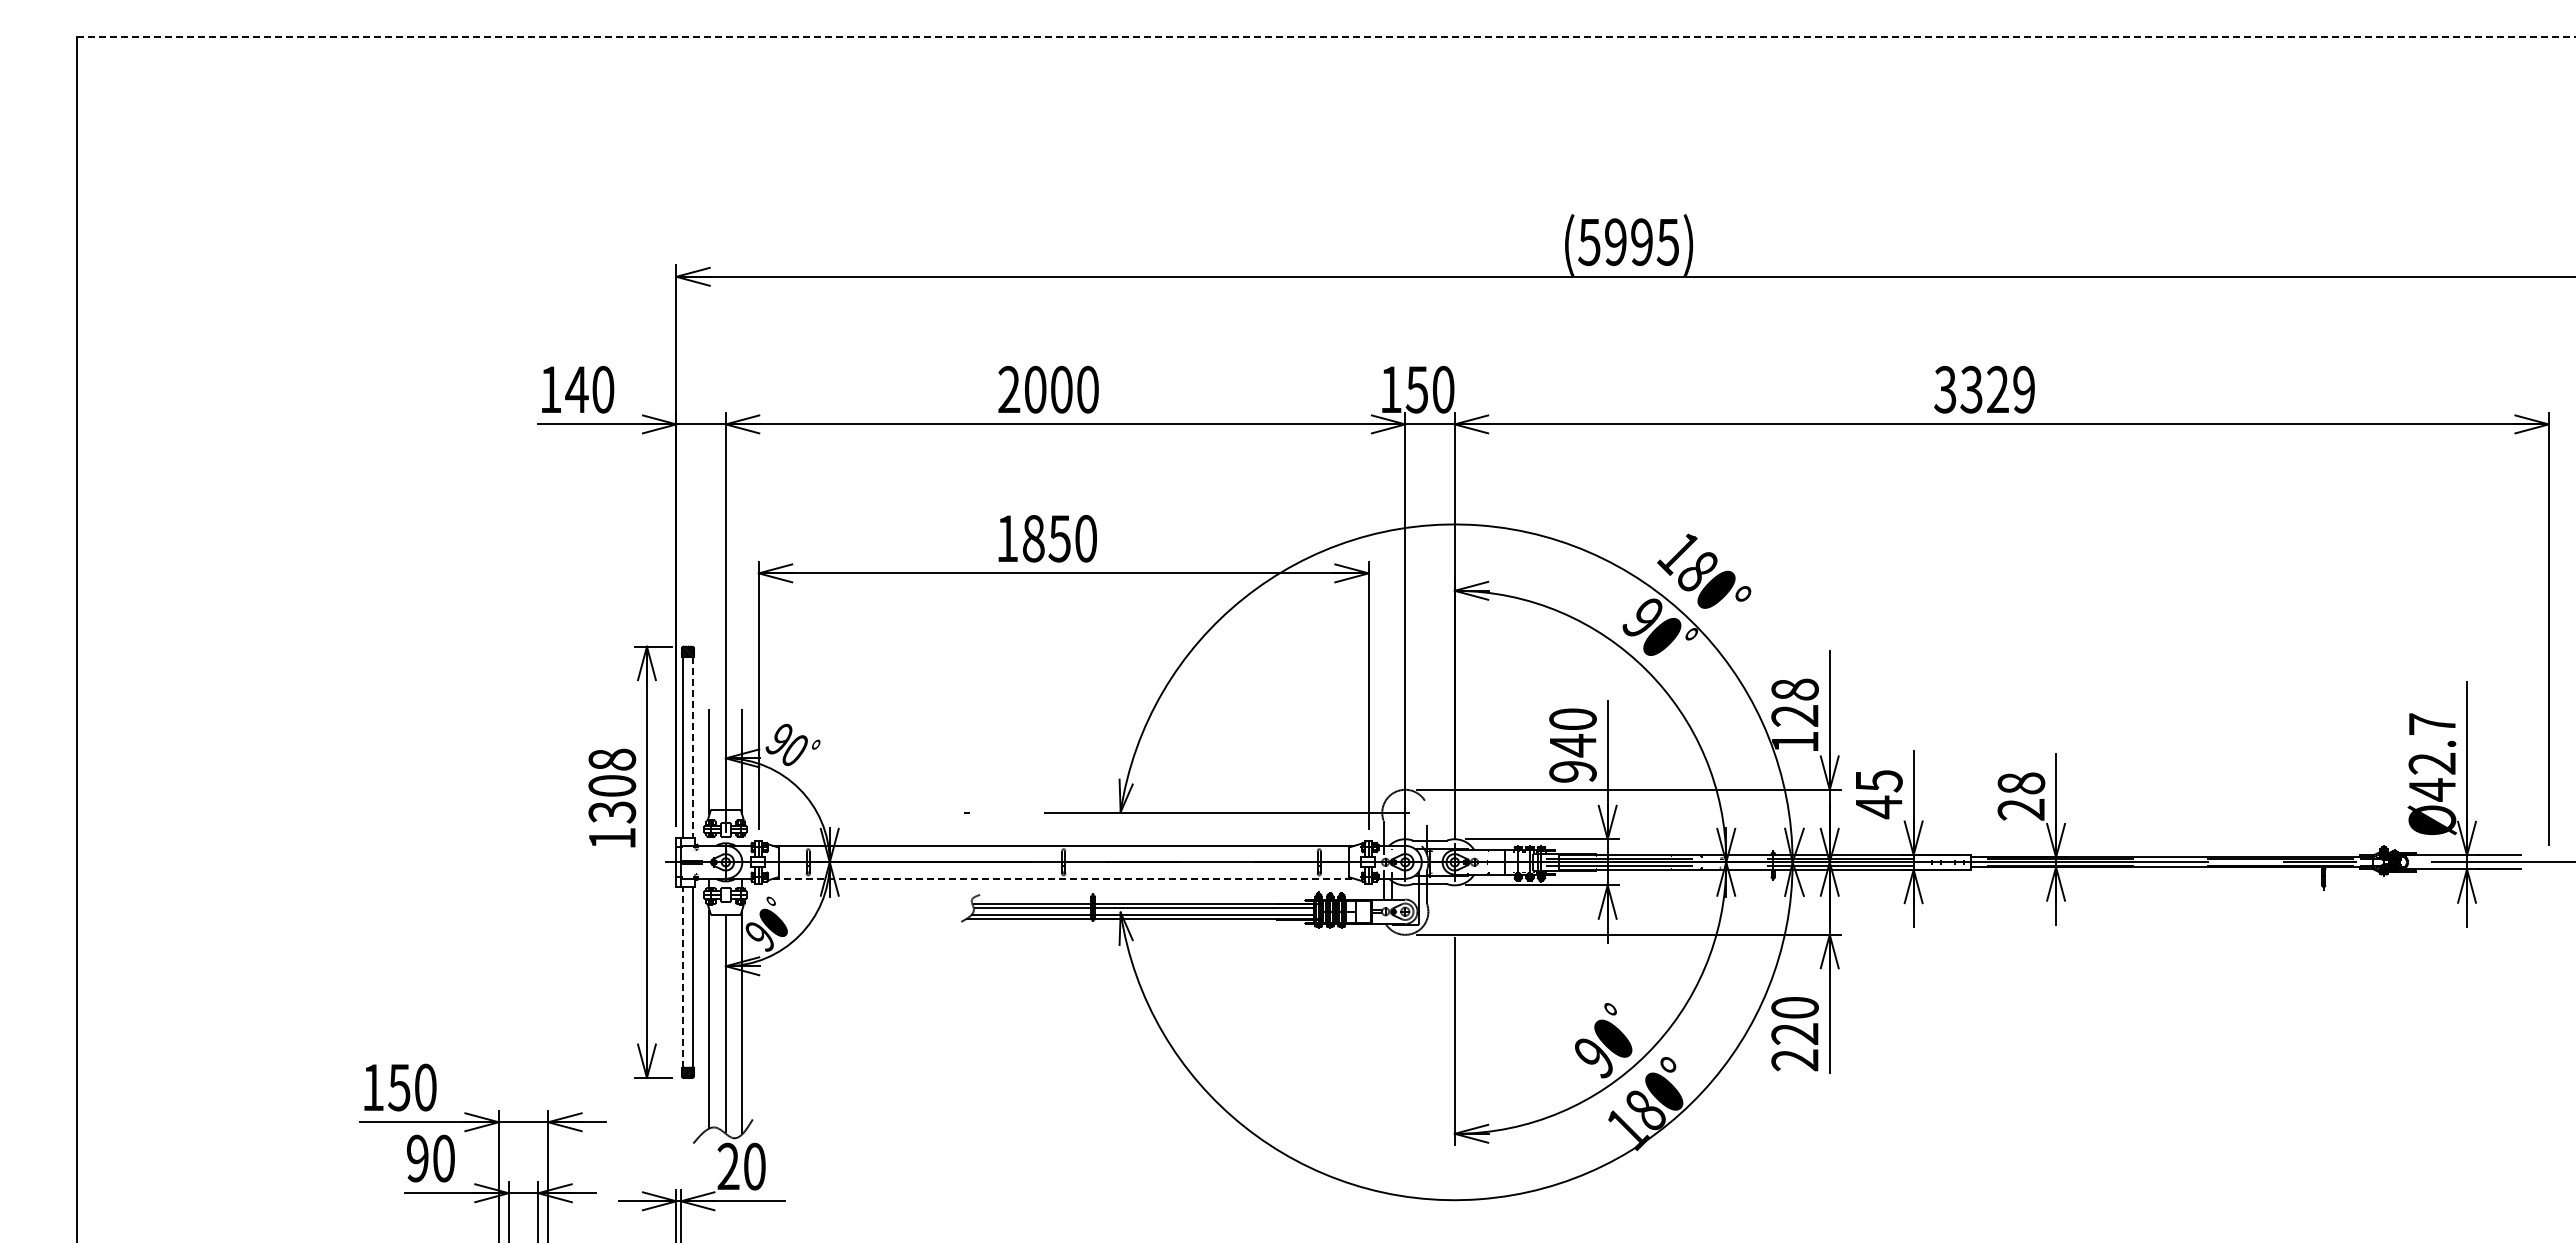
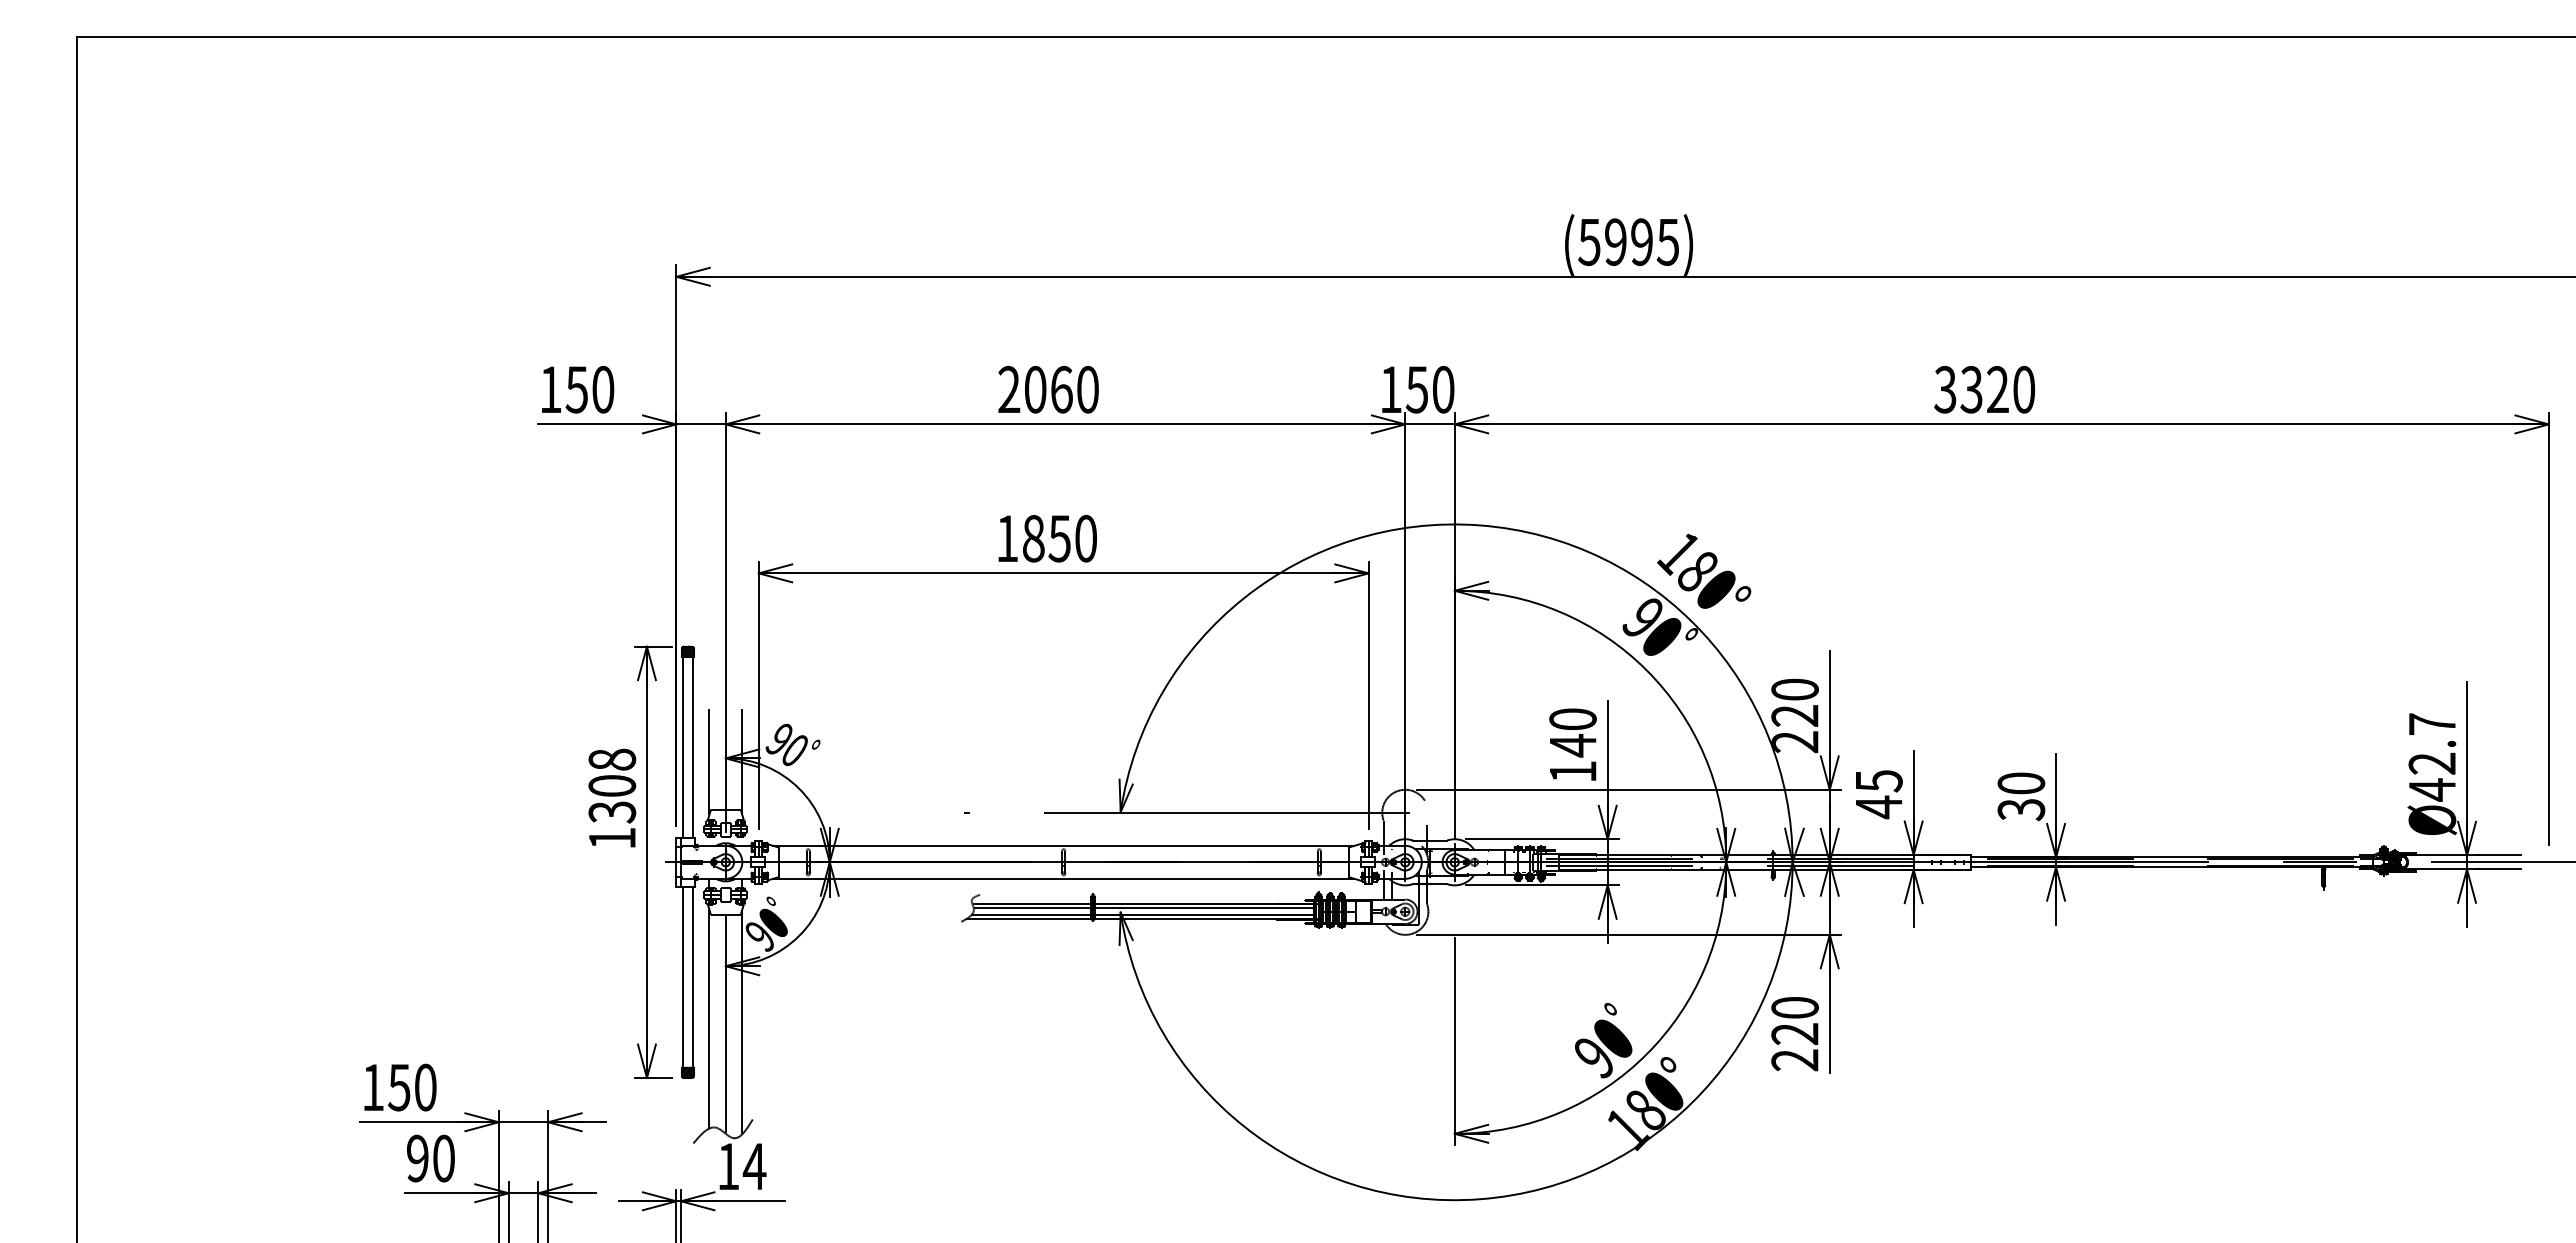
line at (1327, 37): dashed -> solid
text at (576, 389): 140 -> 150
text at (1061, 389): 2000 -> 2060
text at (2024, 389): 3329 -> 3320
text at (1794, 715): 128 -> 220
line at (693, 747): dashed -> solid
text at (1572, 771): 940 -> 140
text at (2021, 796): 28 -> 30
line at (1063, 878): dashed -> solid
line at (682, 976): dashed -> solid
text at (741, 1166): 20 -> 14
